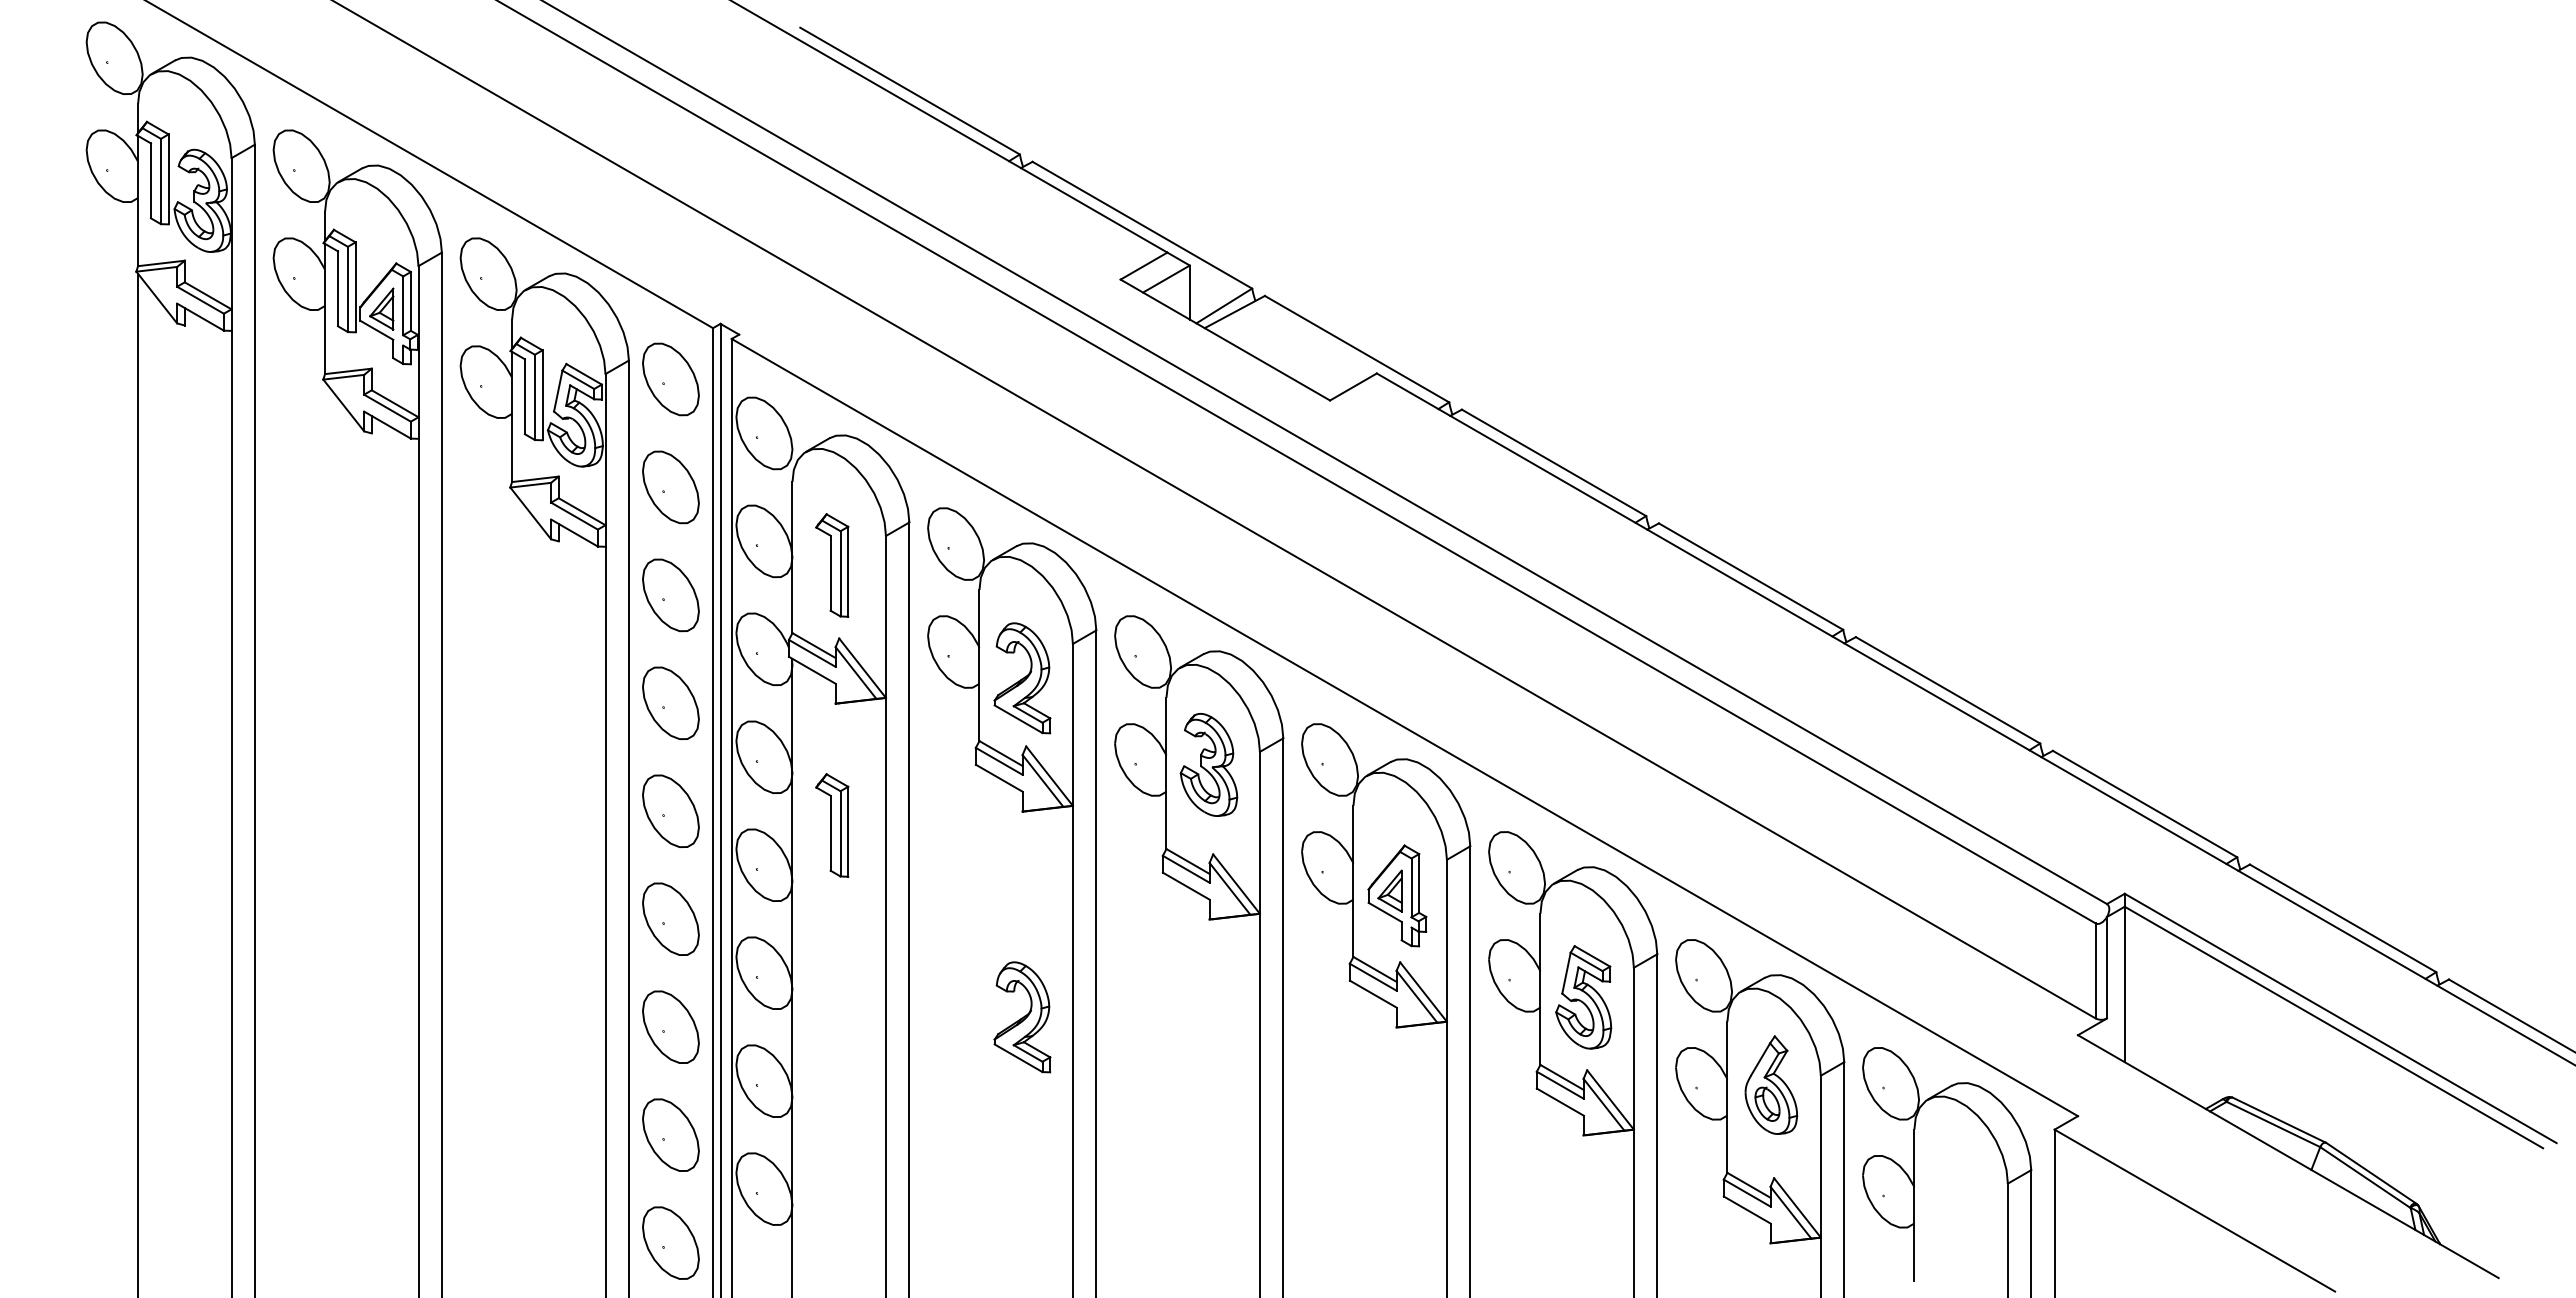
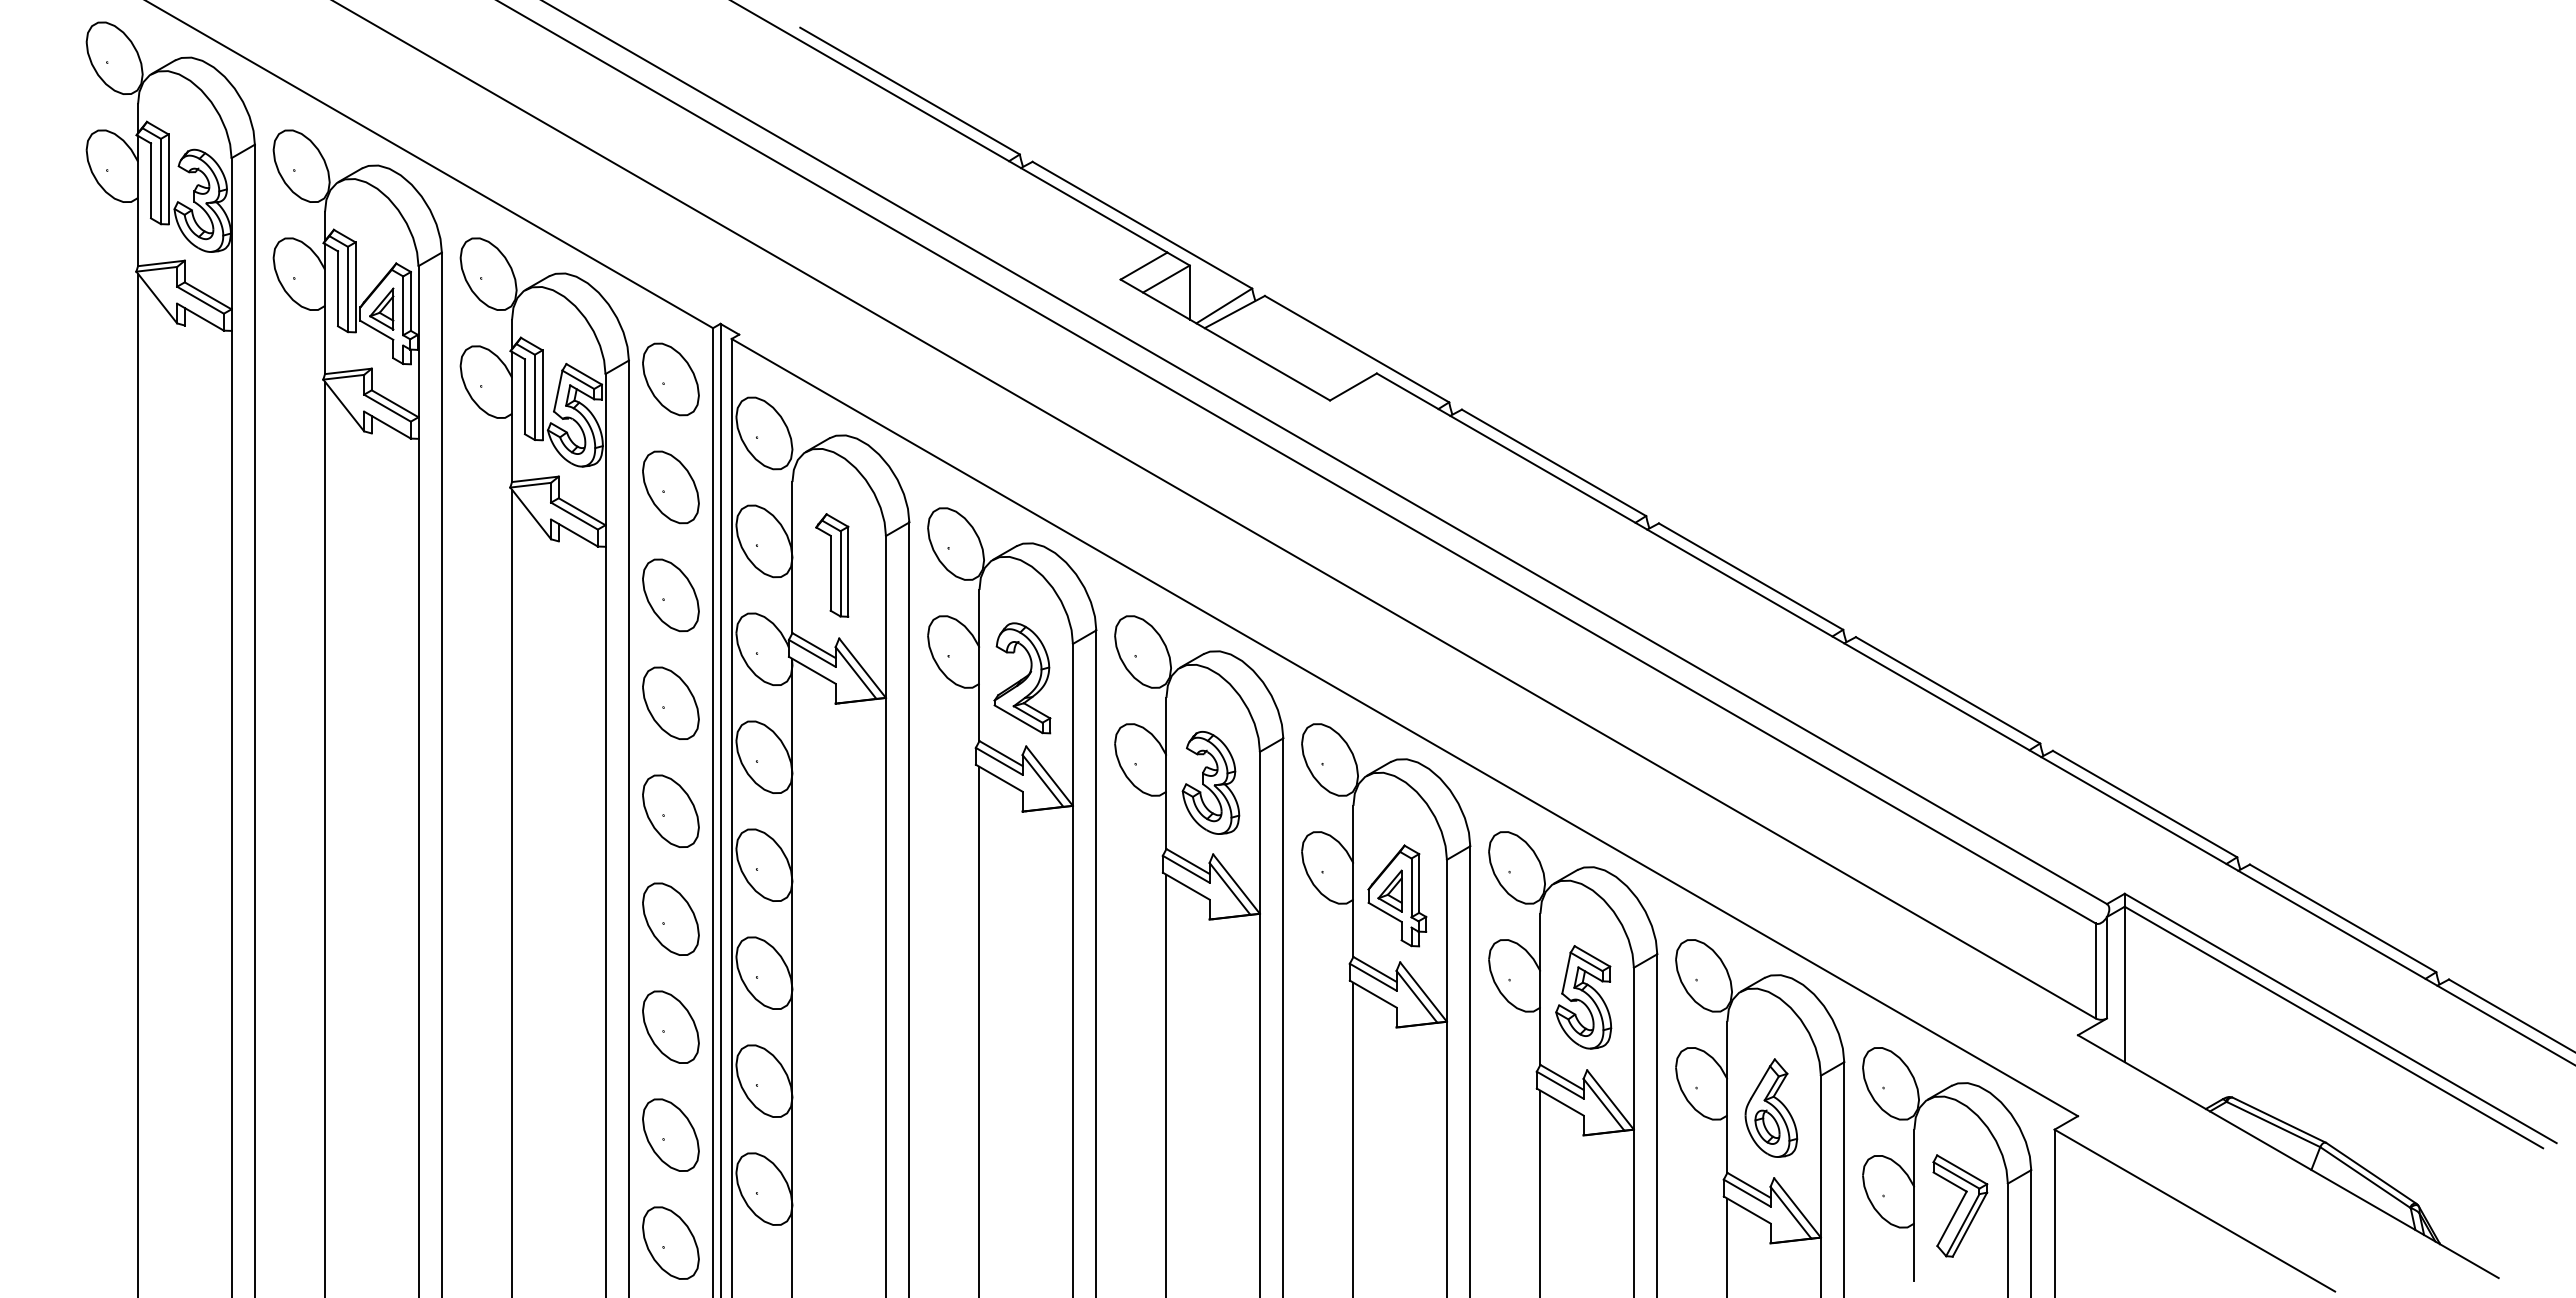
part at (1208, 764) position: (1208, 764) -> (1210, 782)
part at (832, 825): present -> none
line at (325, 837): none -> present
line at (512, 891): none -> present
part at (1022, 1017): present -> none
line at (979, 1030): none -> present
line at (1166, 1084): none -> present
part at (1771, 1084) position: (1771, 1084) -> (1771, 1107)
line at (1353, 1138): none -> present
line at (1540, 1192): none -> present
part at (1960, 1205): none -> present
line at (1727, 1246): none -> present
